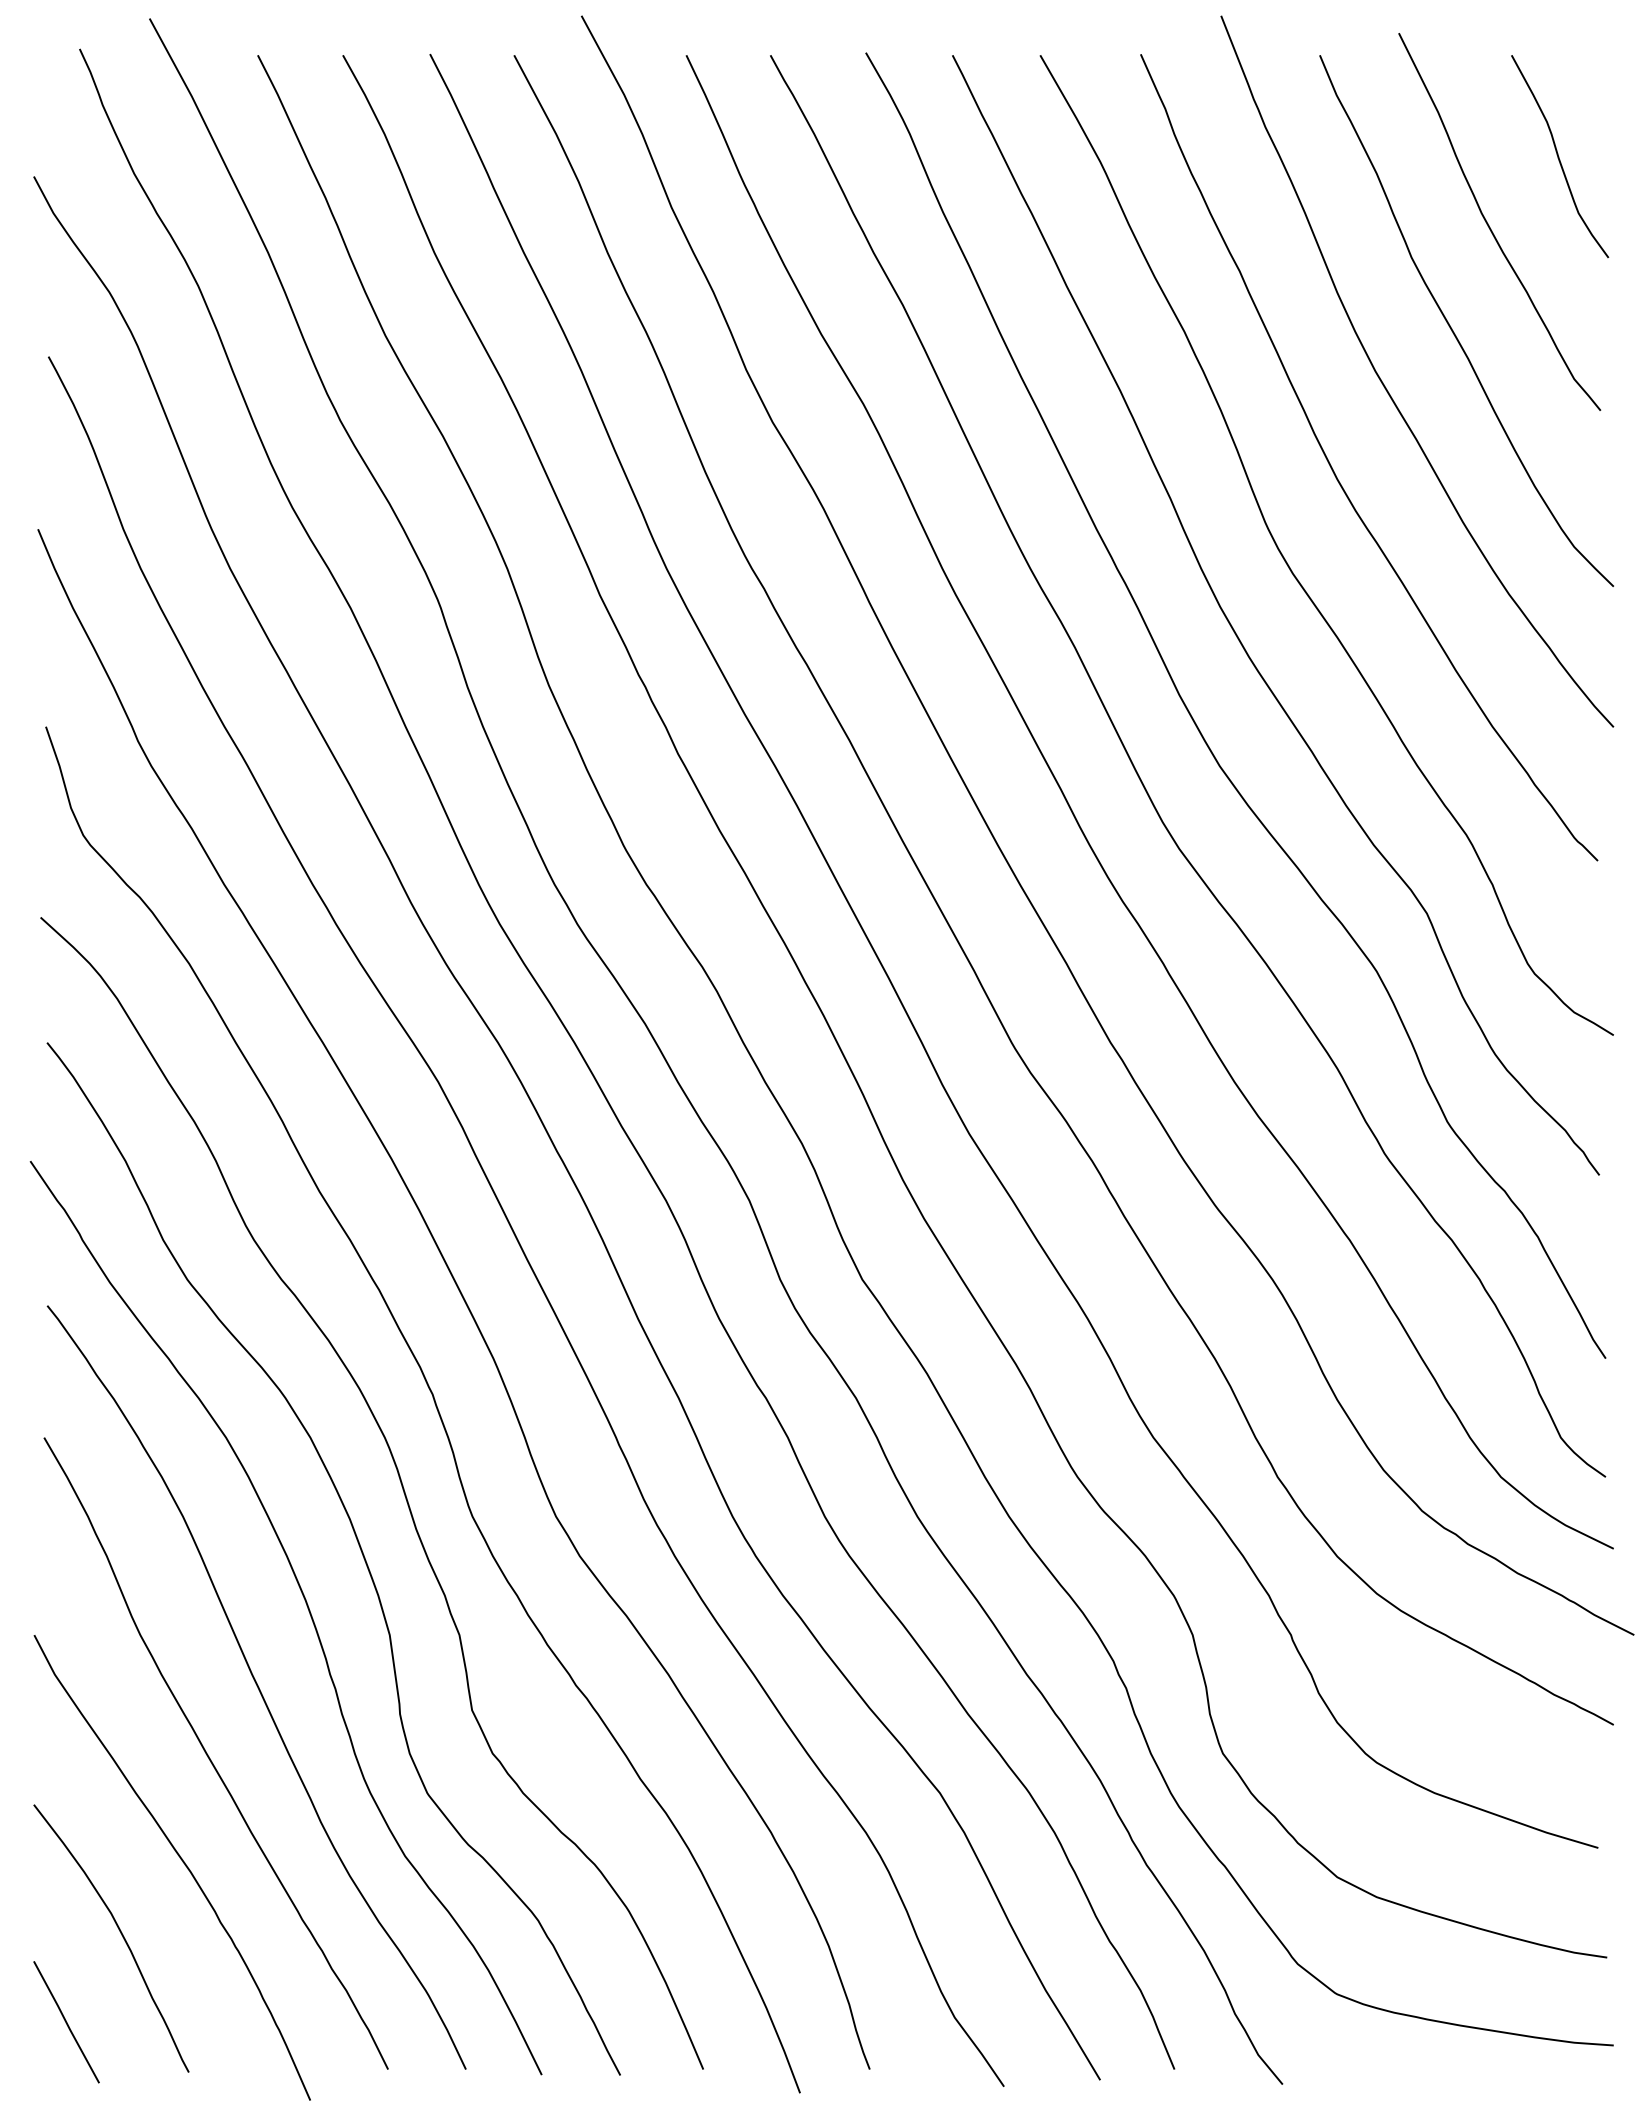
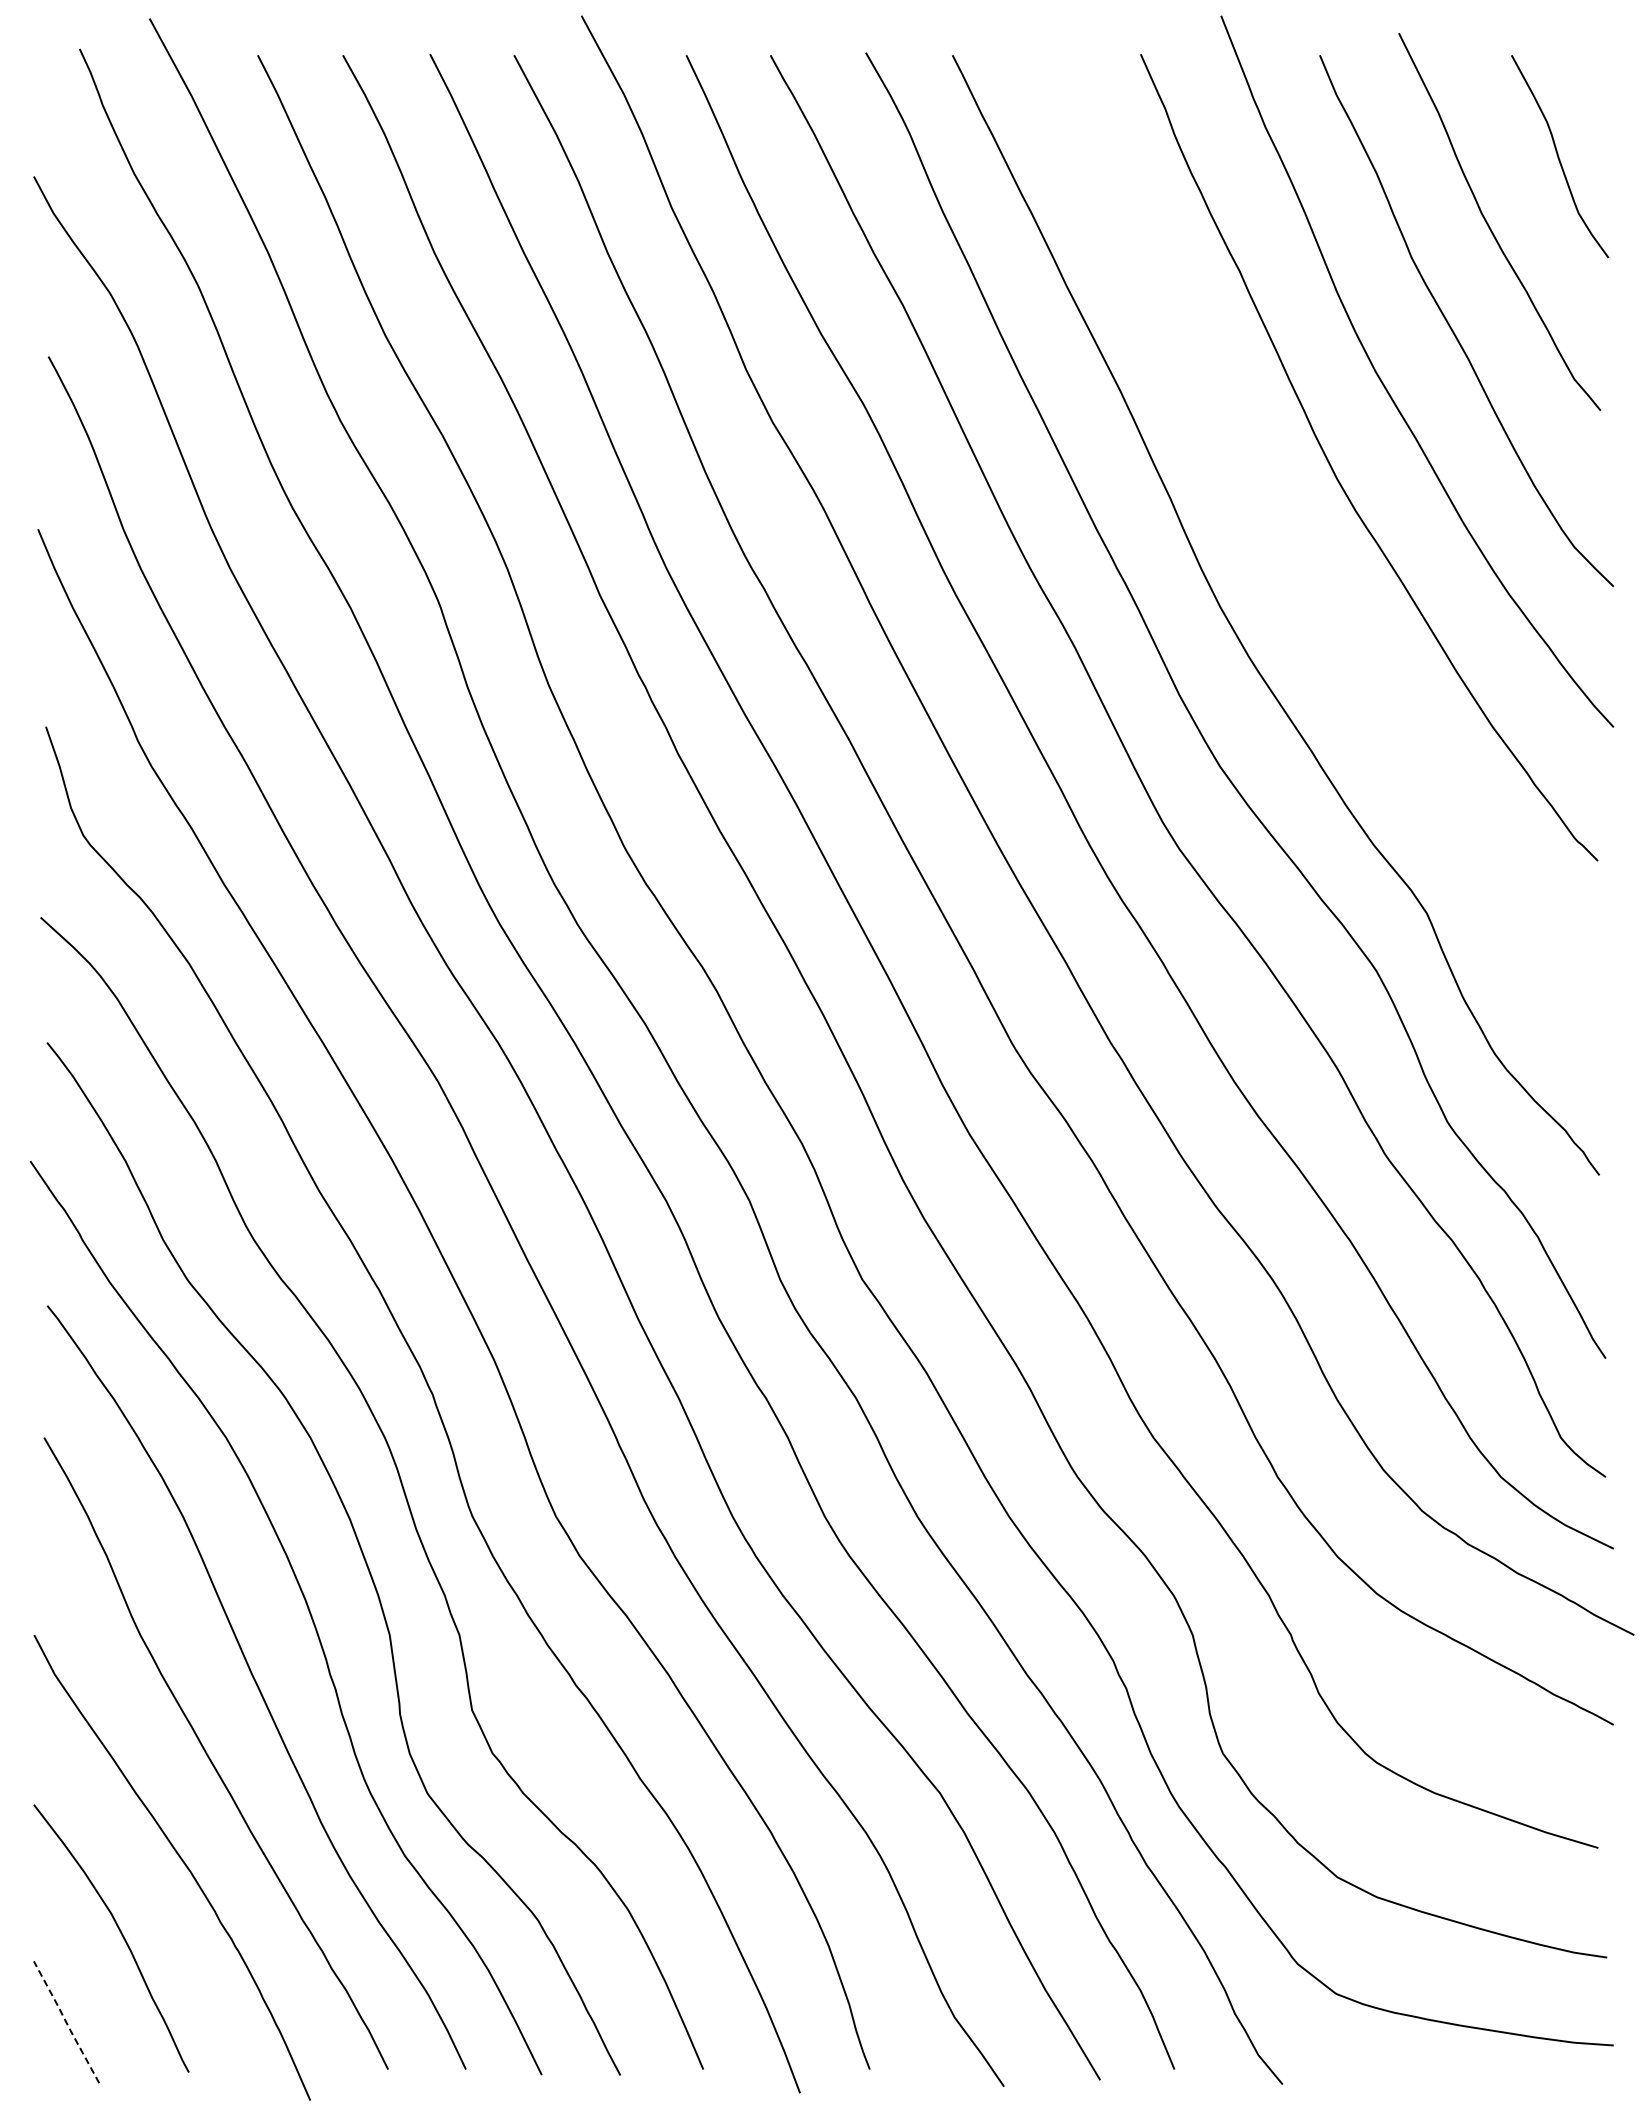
curve at (1289, 565): present -> none
line at (66, 2022): solid -> dashed
